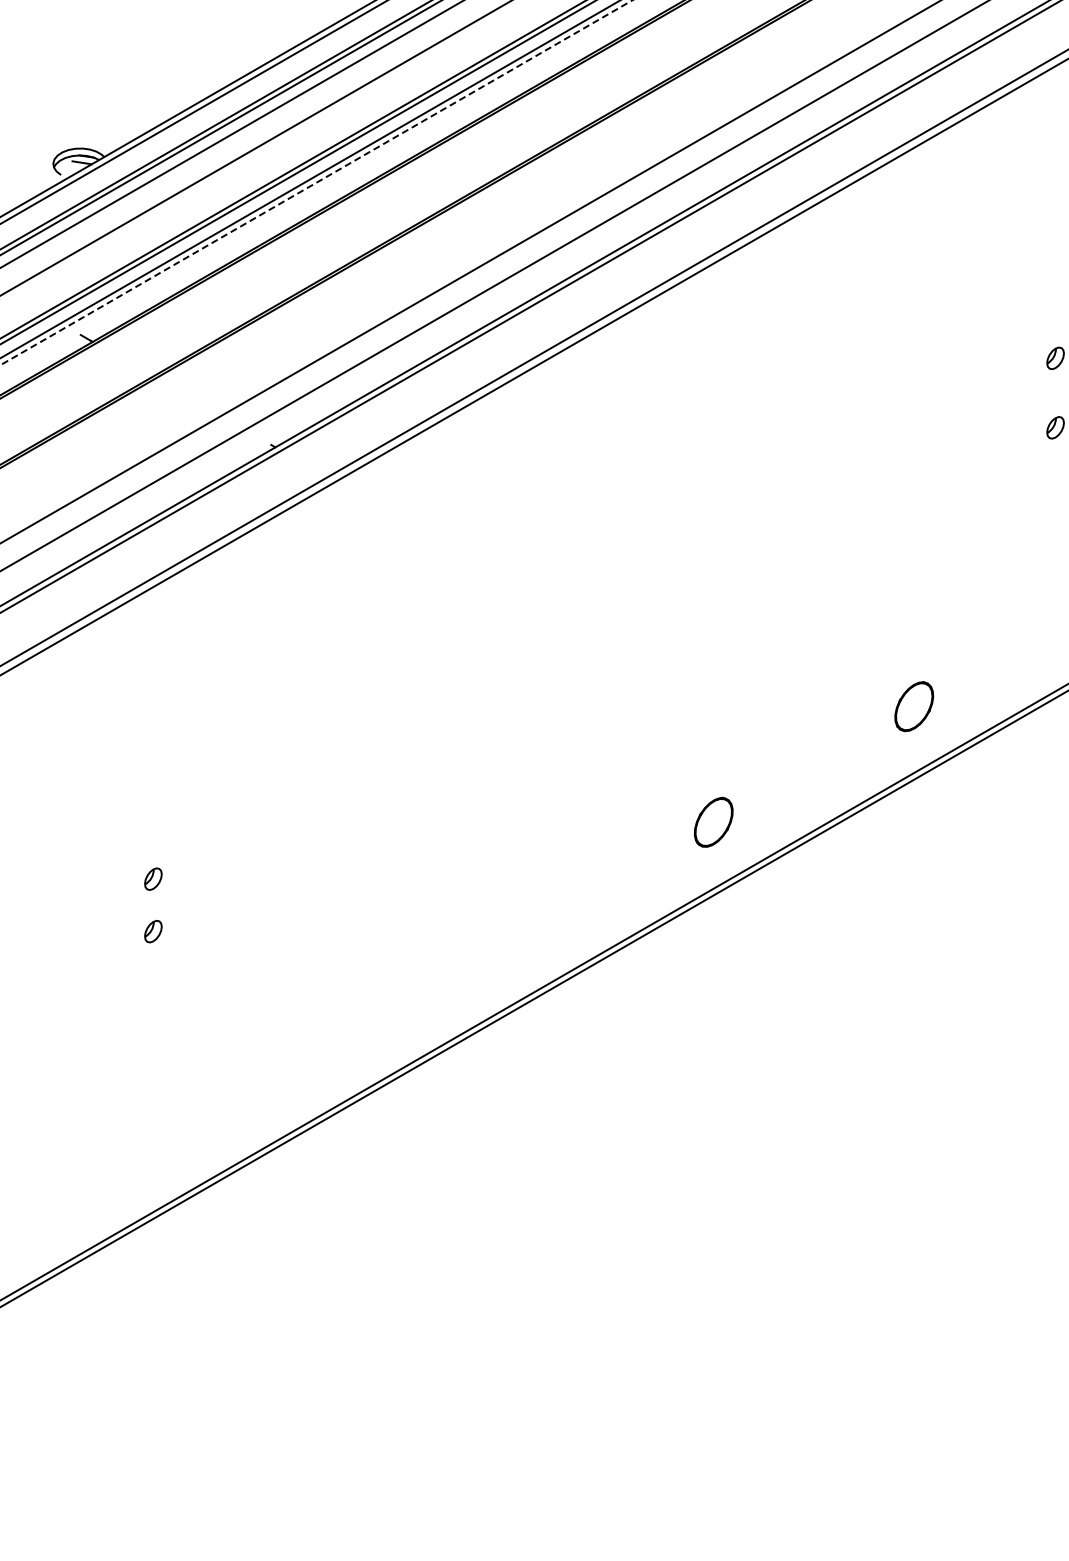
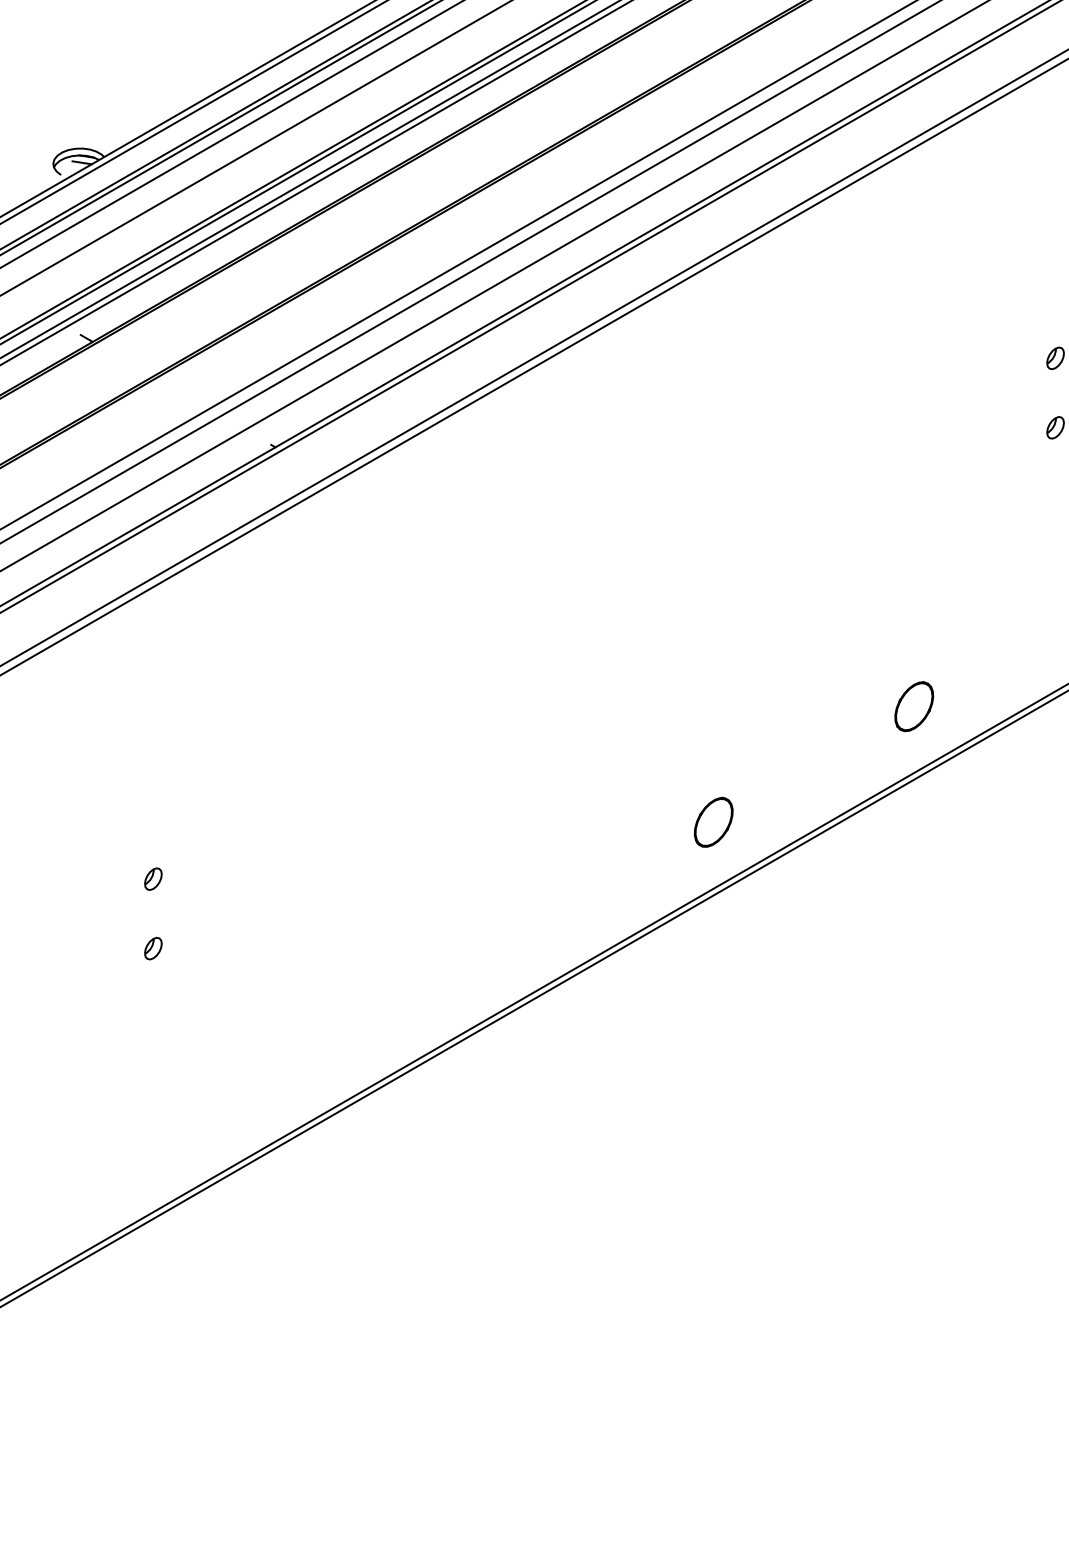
line at (316, 182): dashed -> solid
line at (458, 265): none -> present
part at (153, 931) position: (153, 931) -> (153, 948)
